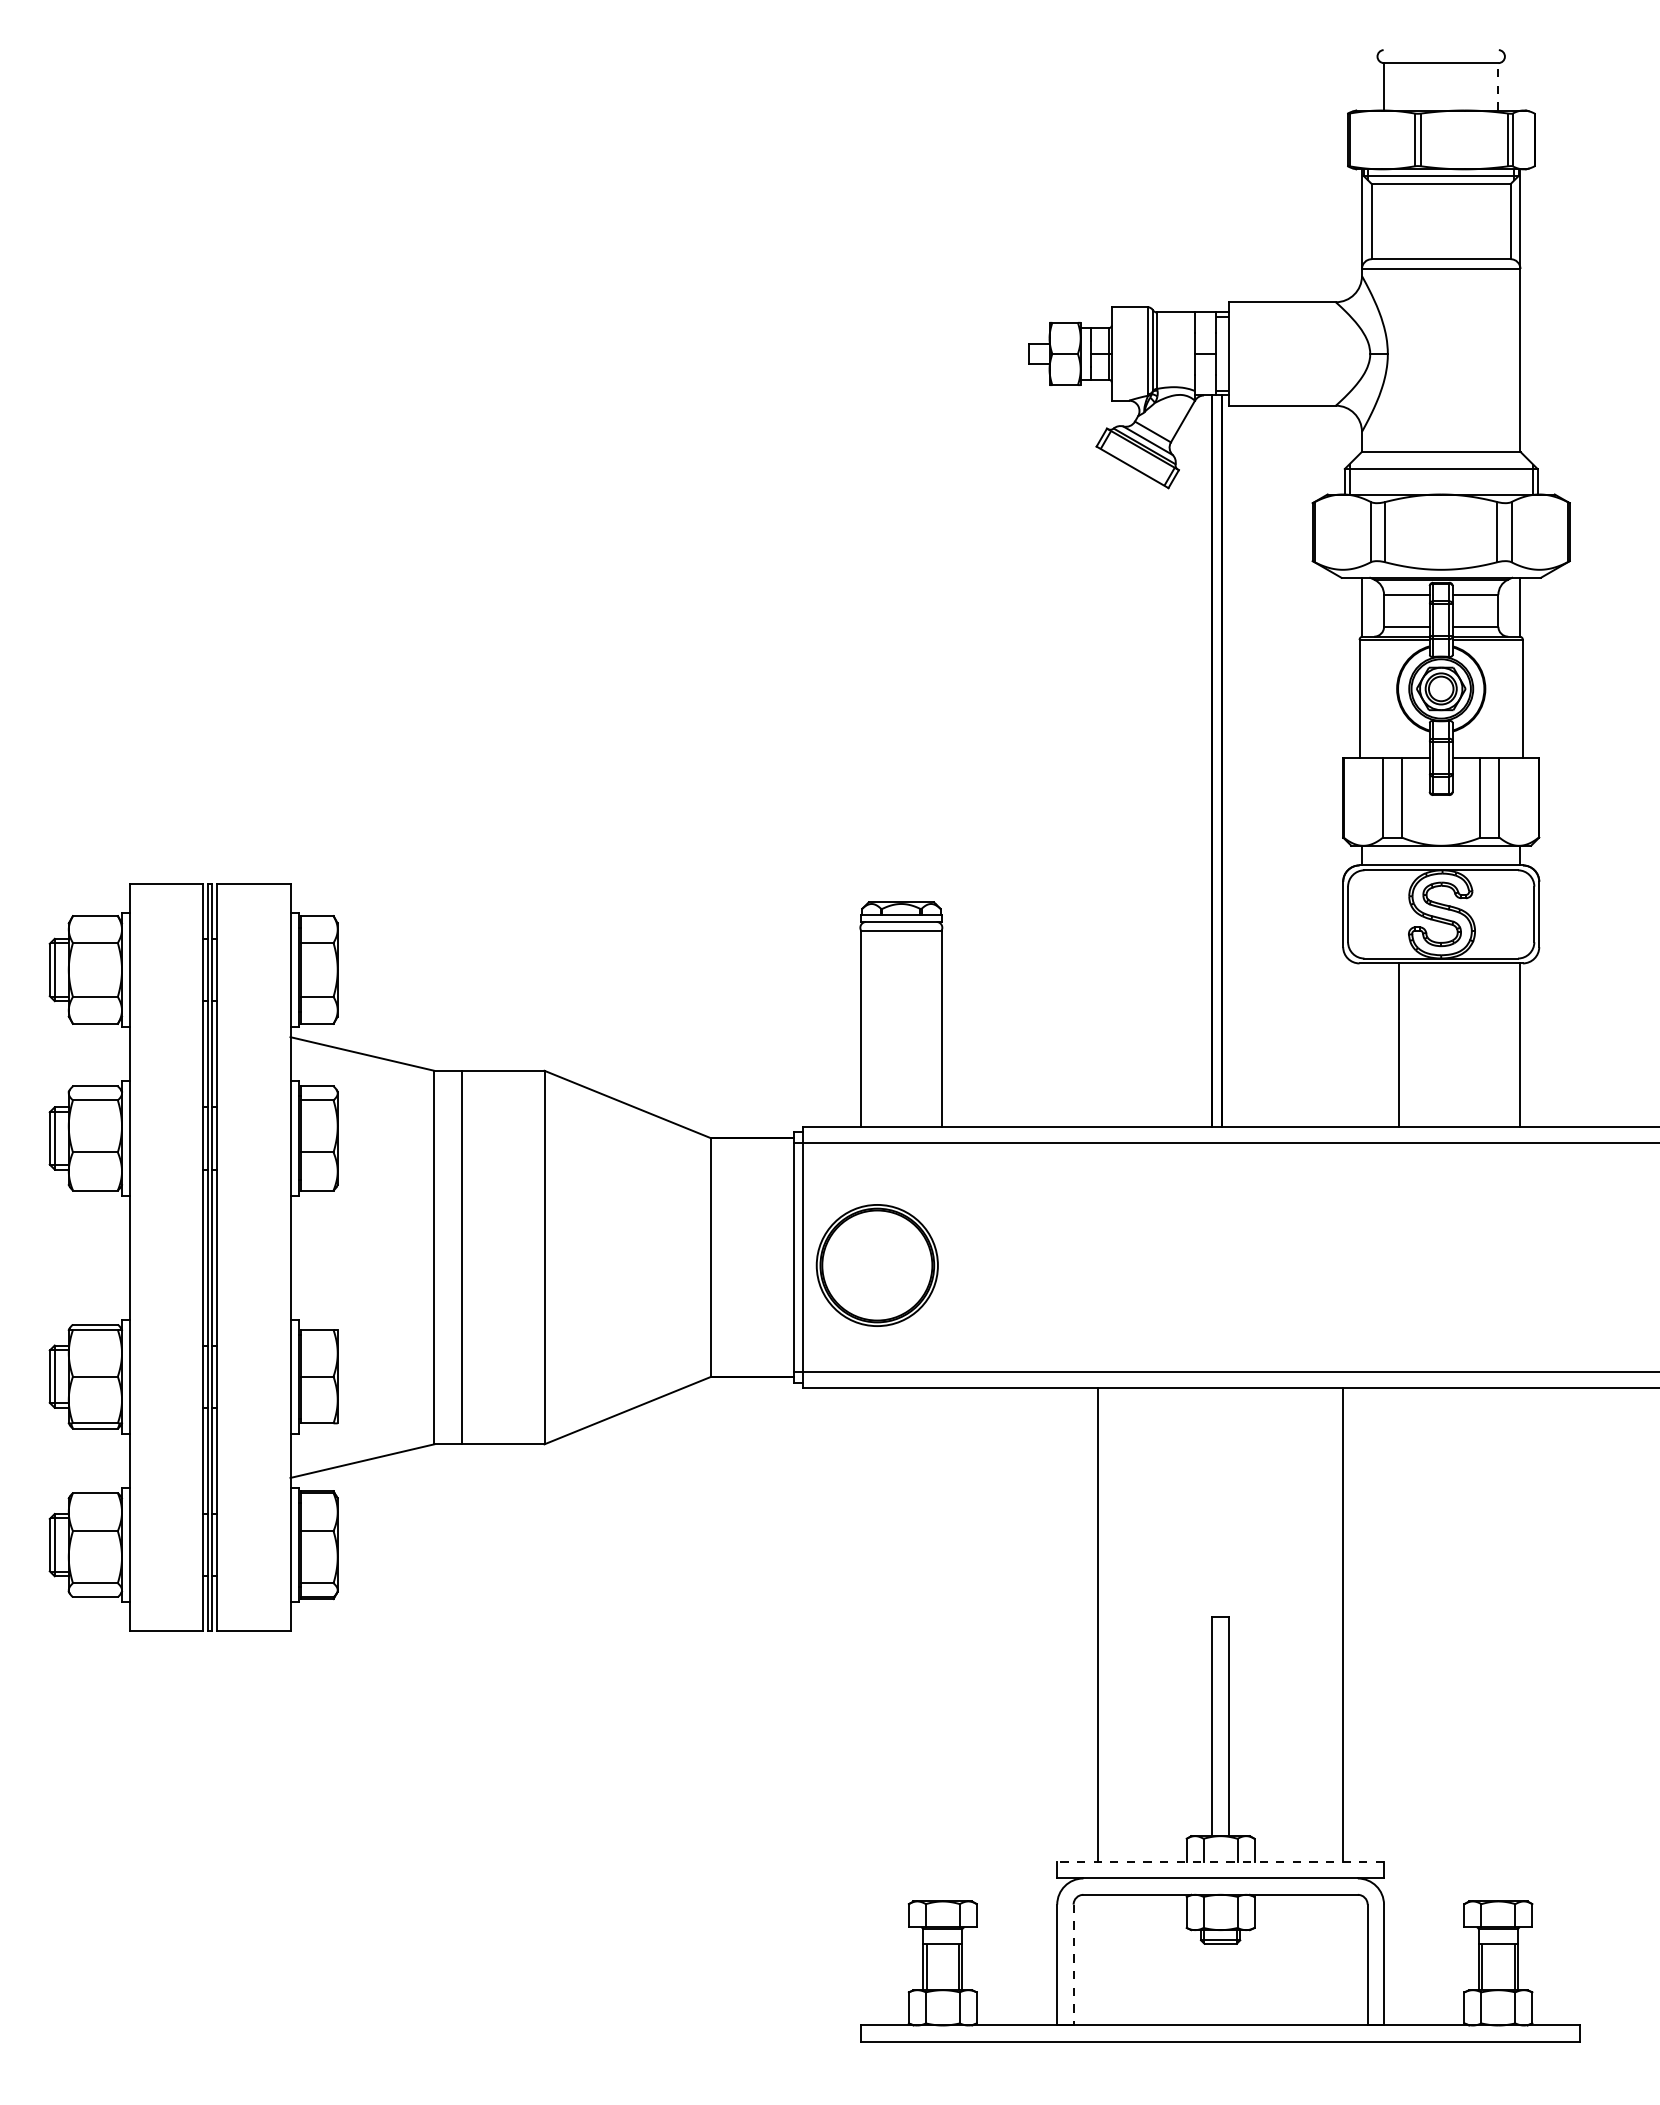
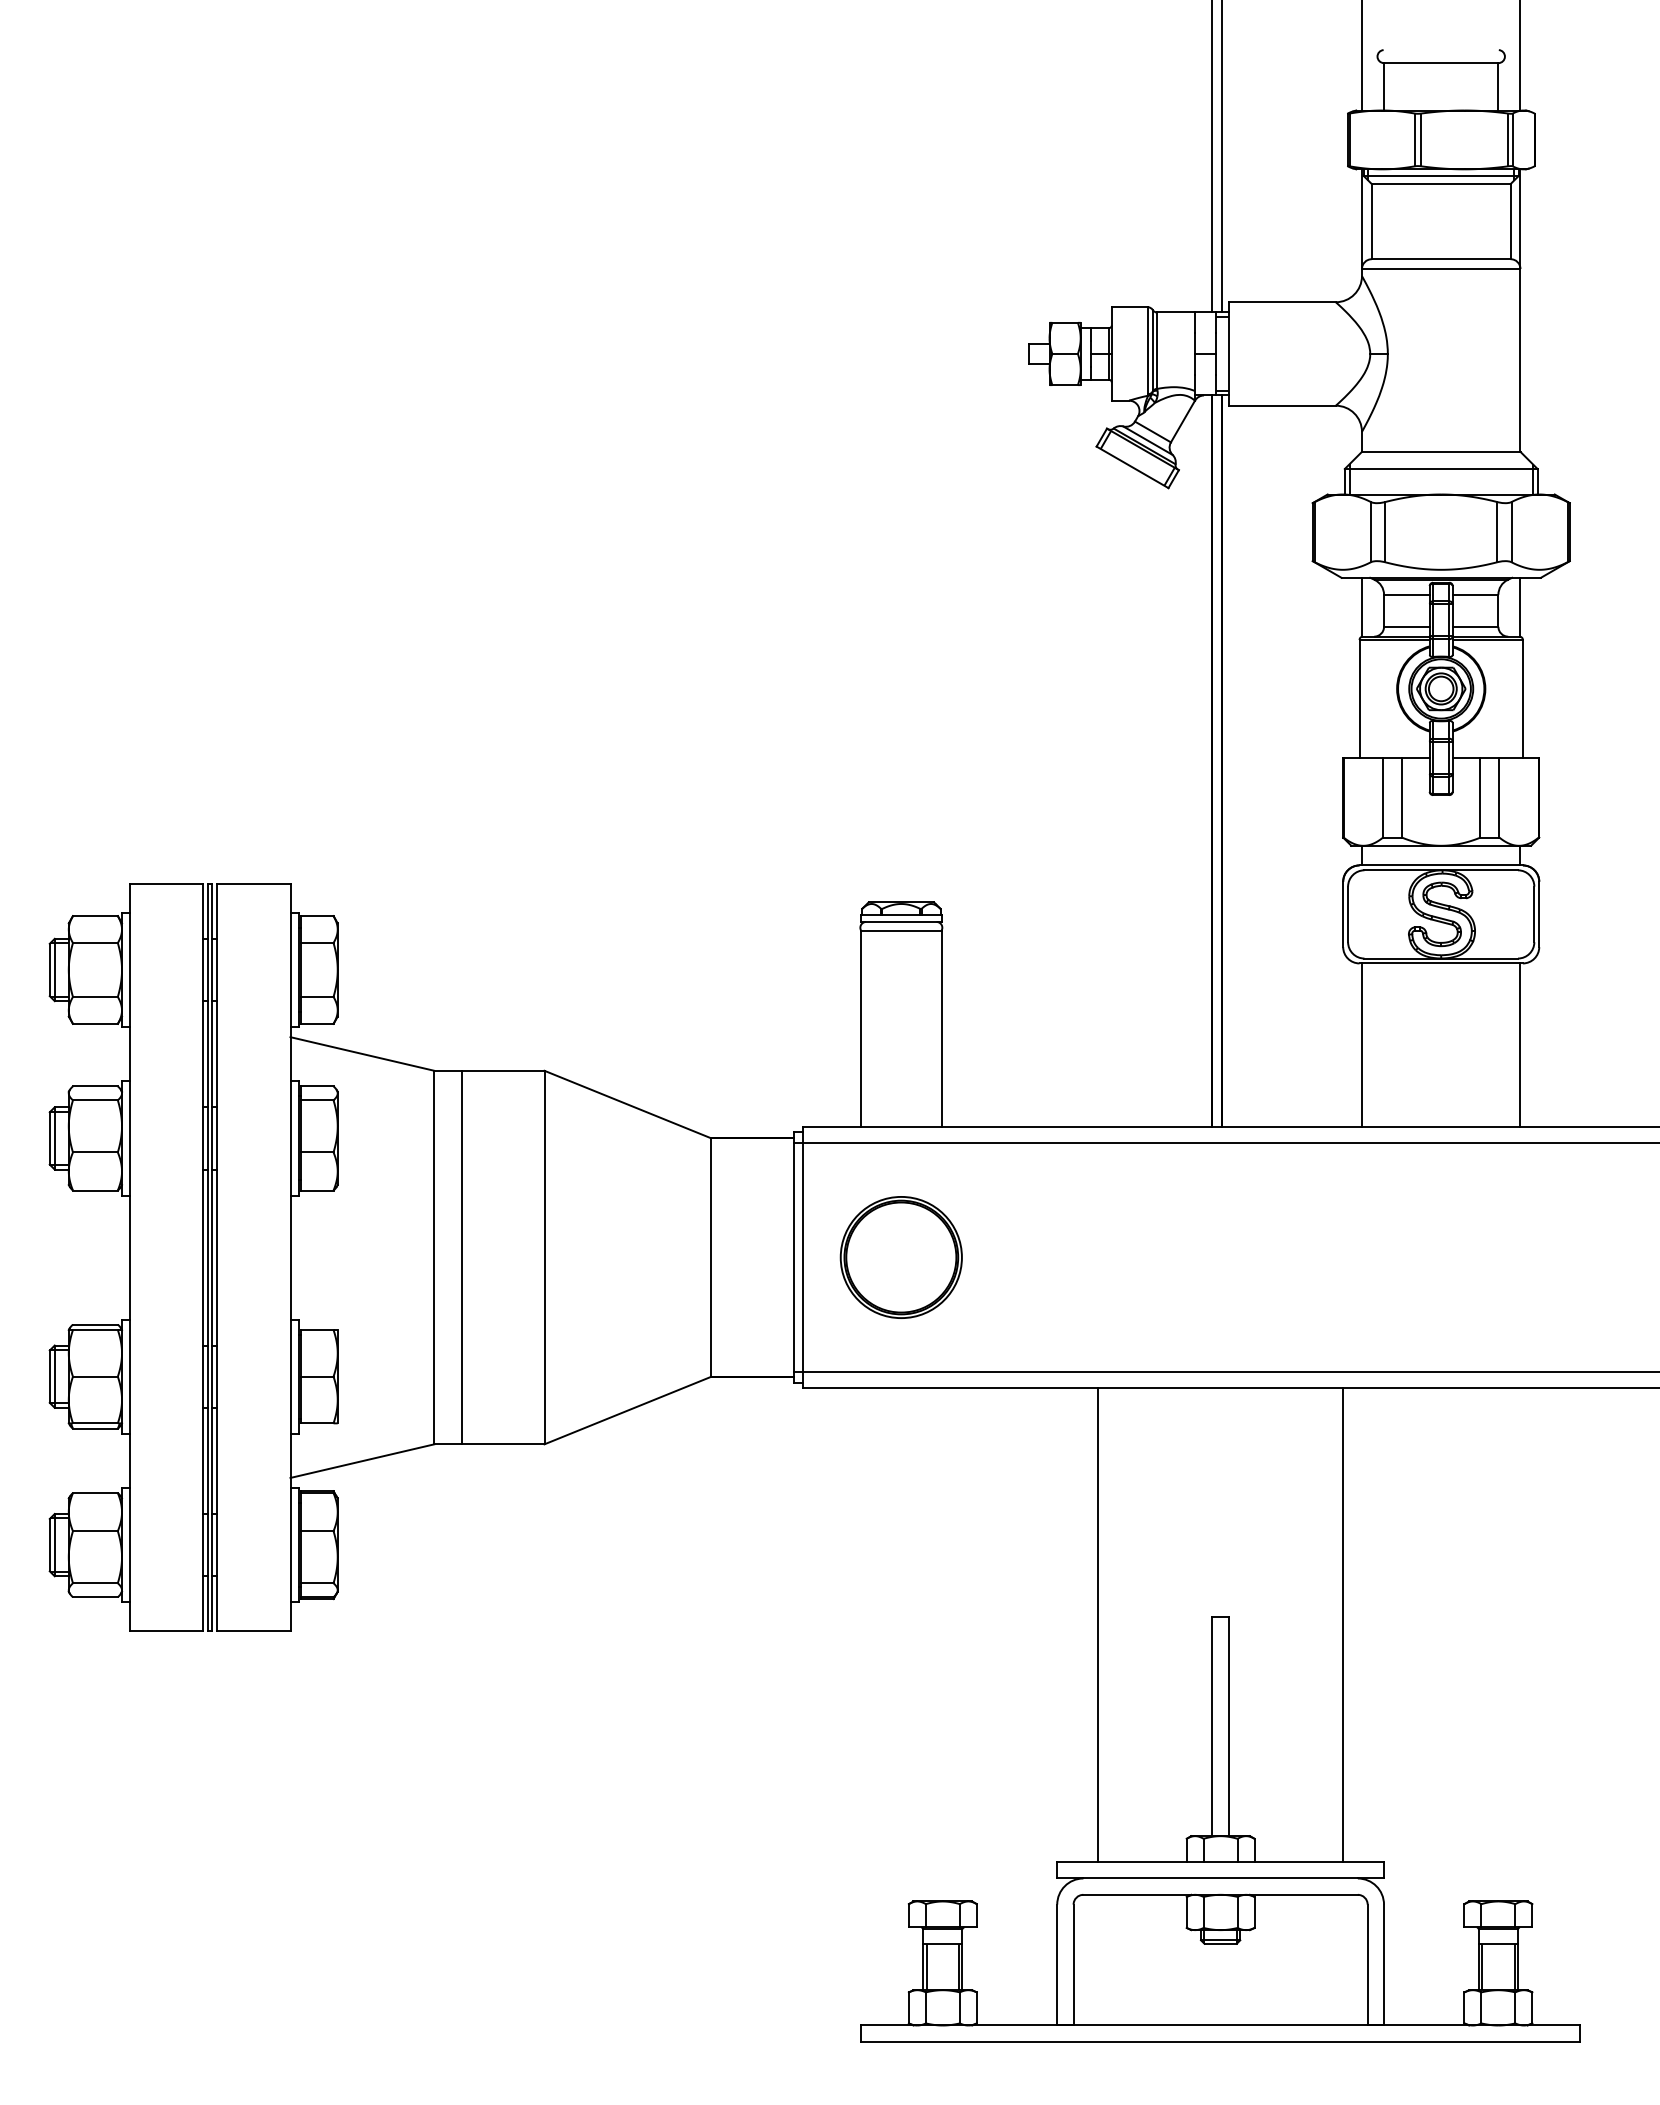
line at (1362, 56): none -> present
line at (1520, 56): none -> present
line at (1498, 86): dashed -> solid
line at (1212, 157): none -> present
line at (1222, 157): none -> present
line at (1399, 1044) position: (1399, 1044) -> (1362, 1044)
part at (876, 1265) position: (876, 1265) -> (900, 1257)
line at (1220, 1862): dashed -> solid
line at (1073, 1965): dashed -> solid
